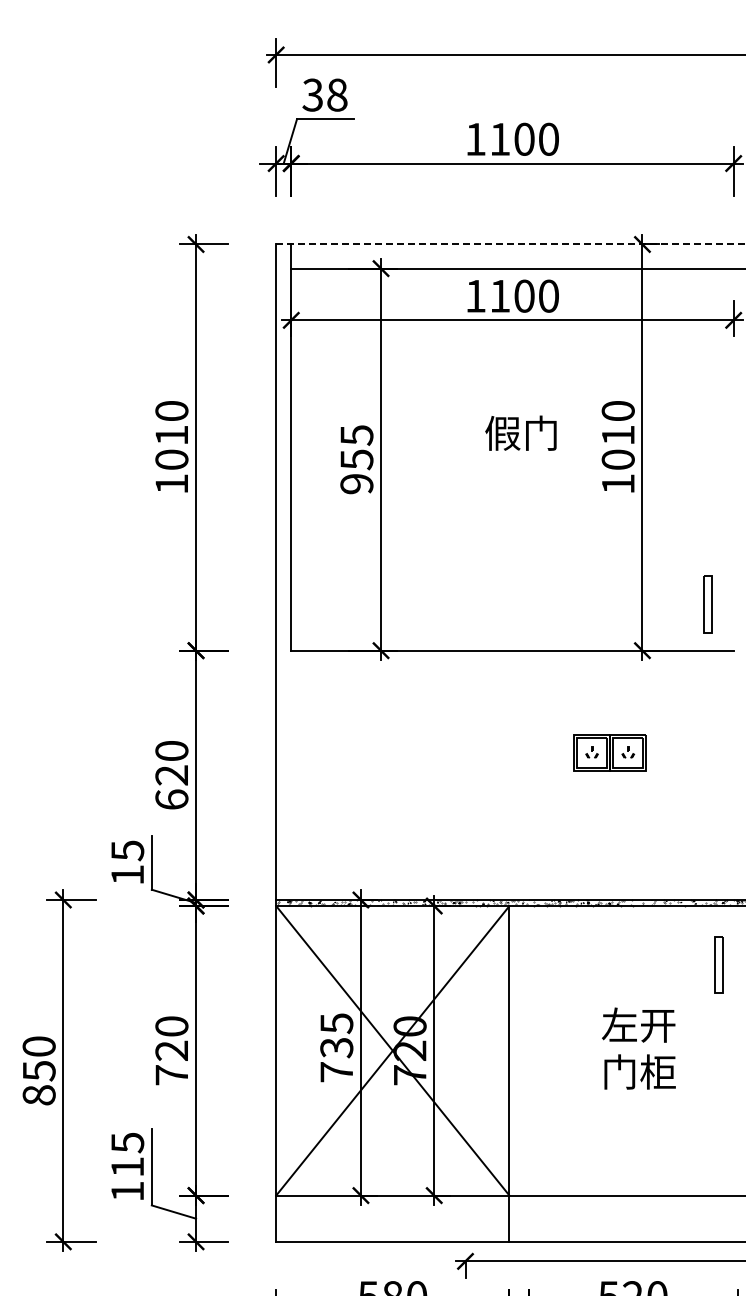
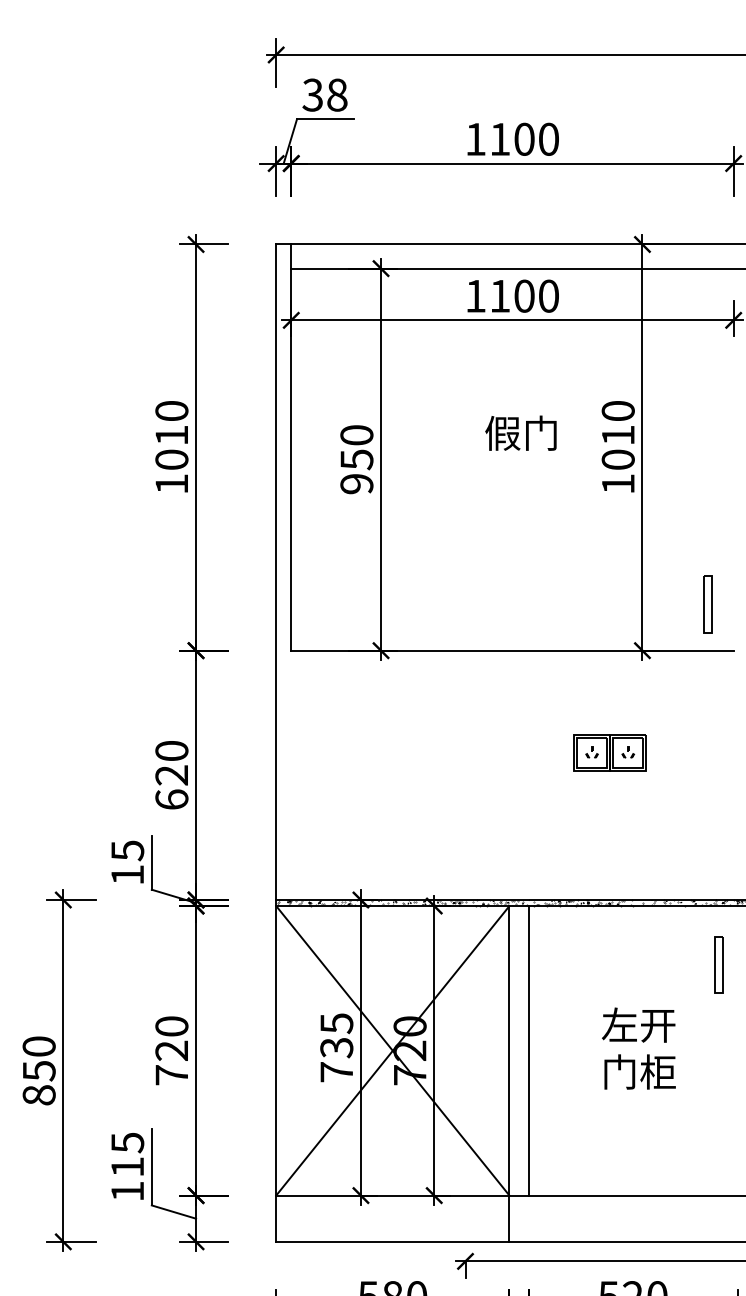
line at (511, 244): dashed -> solid
text at (356, 435): 955 -> 950
line at (528, 1050): none -> present
